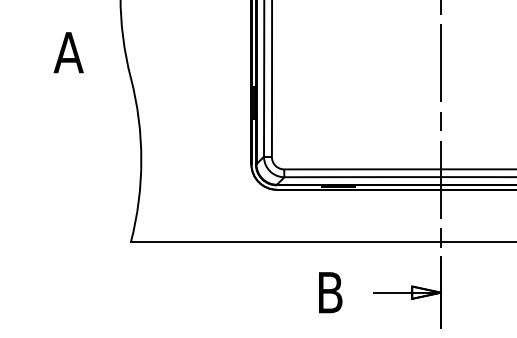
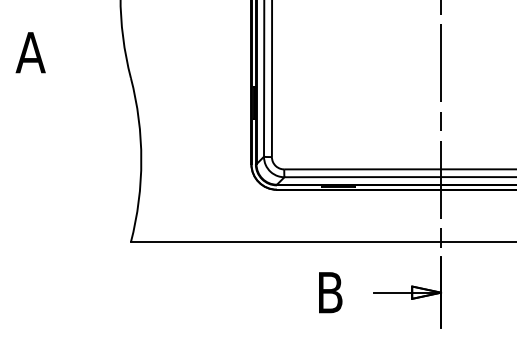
text at (68, 52) position: (68, 52) -> (30, 52)
